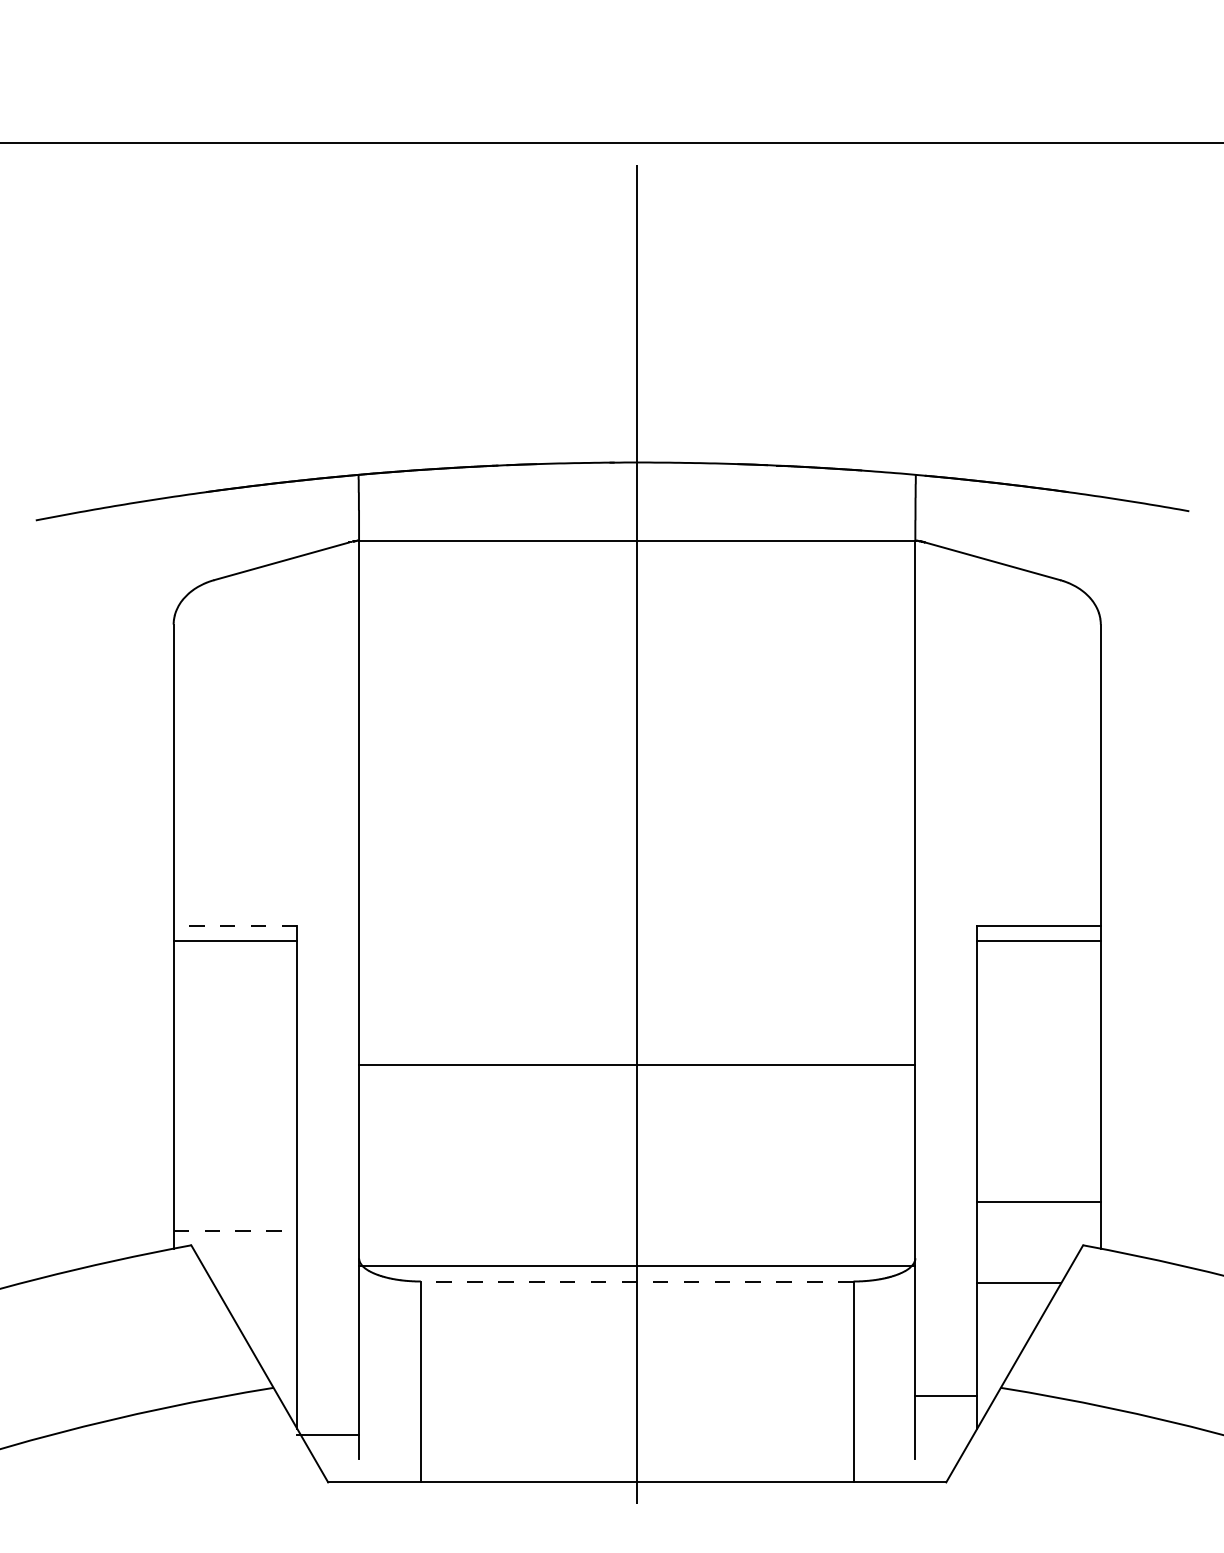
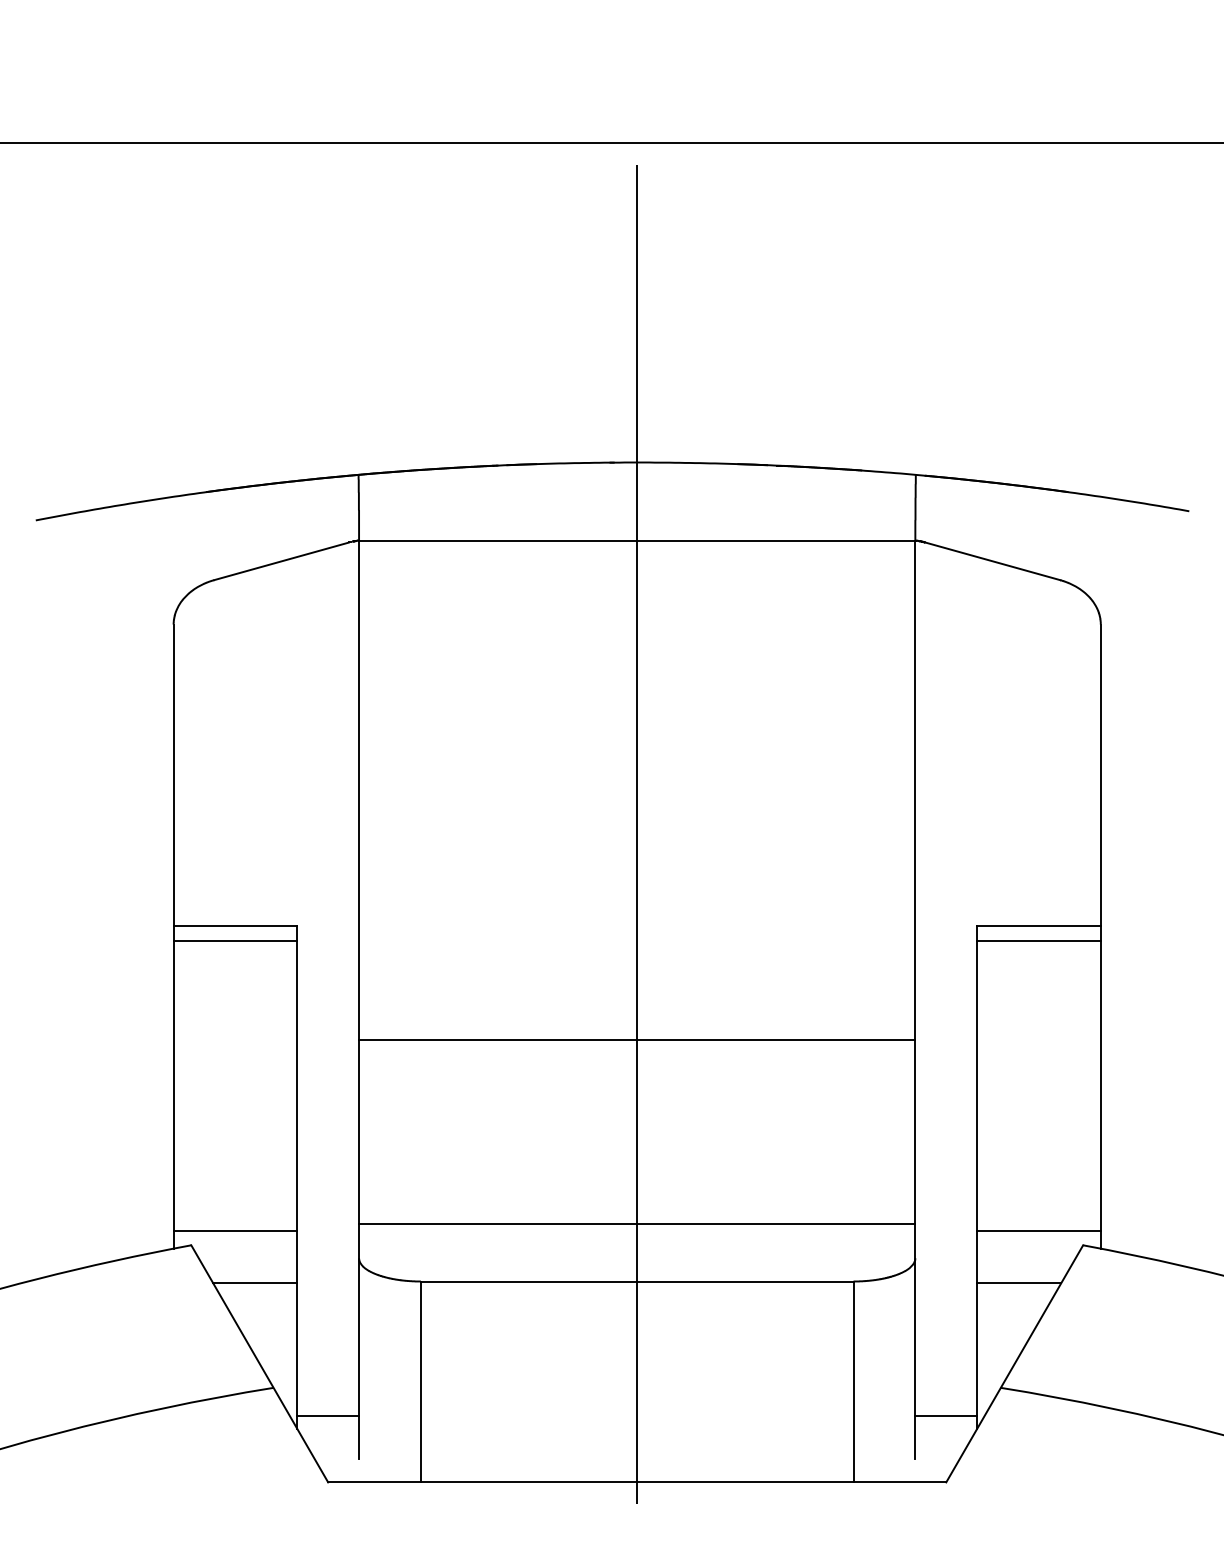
line at (235, 926): dashed -> solid
line at (637, 1064) position: (637, 1064) -> (637, 1039)
line at (1038, 1202) position: (1038, 1202) -> (1038, 1231)
line at (235, 1231): dashed -> solid
line at (637, 1265) position: (637, 1265) -> (637, 1223)
line at (636, 1281): dashed -> solid
line at (255, 1283): none -> present
line at (946, 1396) position: (946, 1396) -> (946, 1416)
line at (328, 1435) position: (328, 1435) -> (328, 1416)
